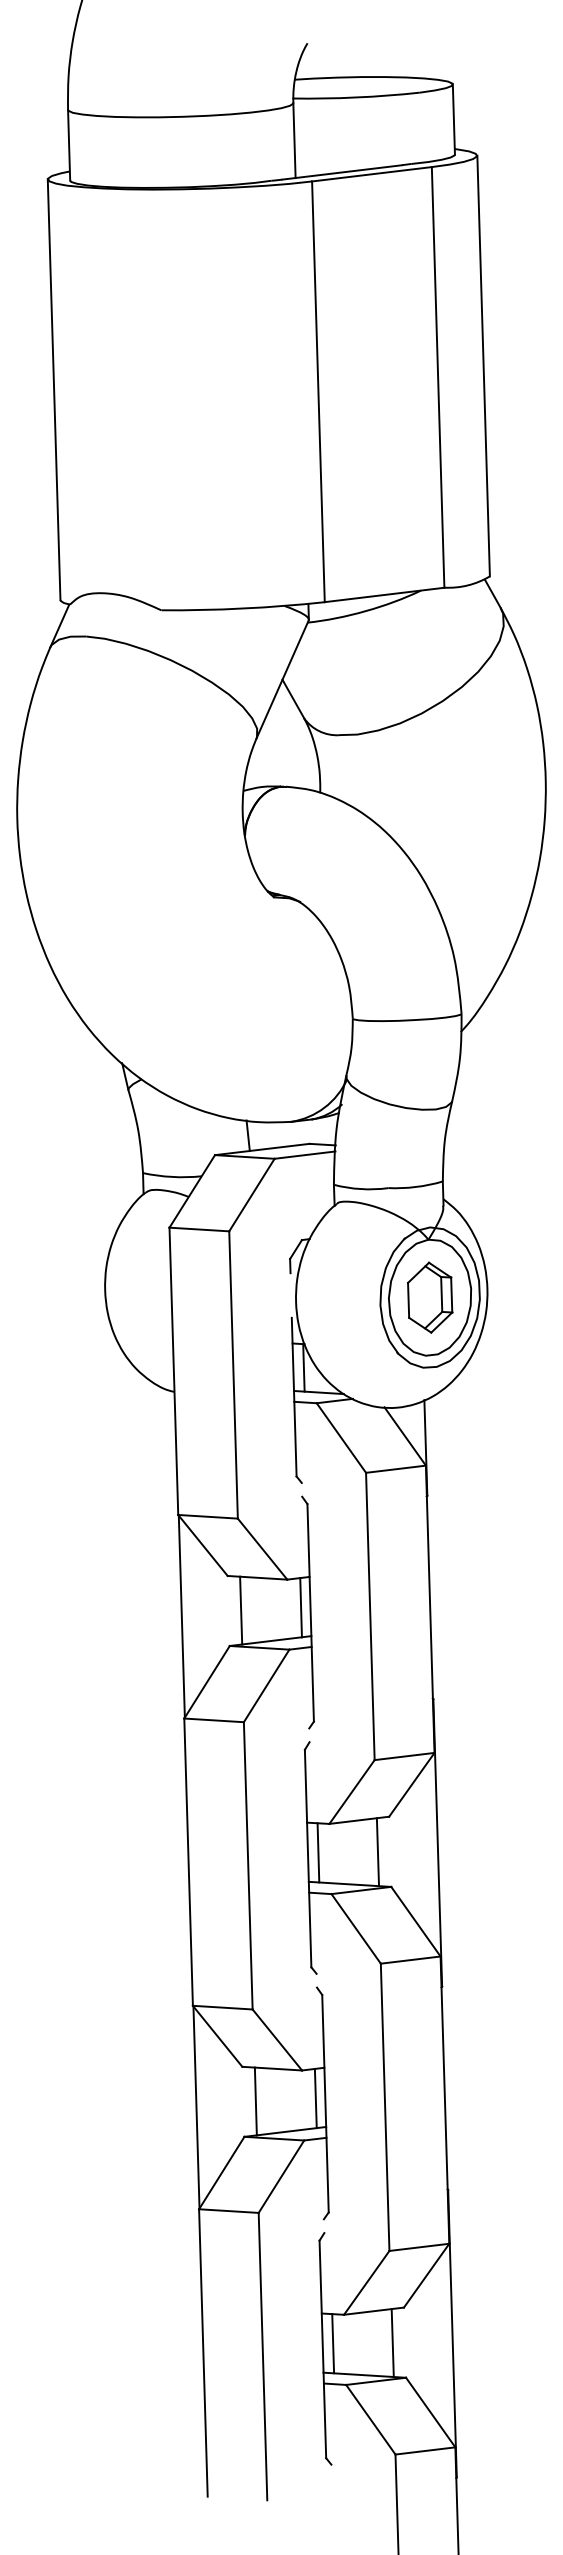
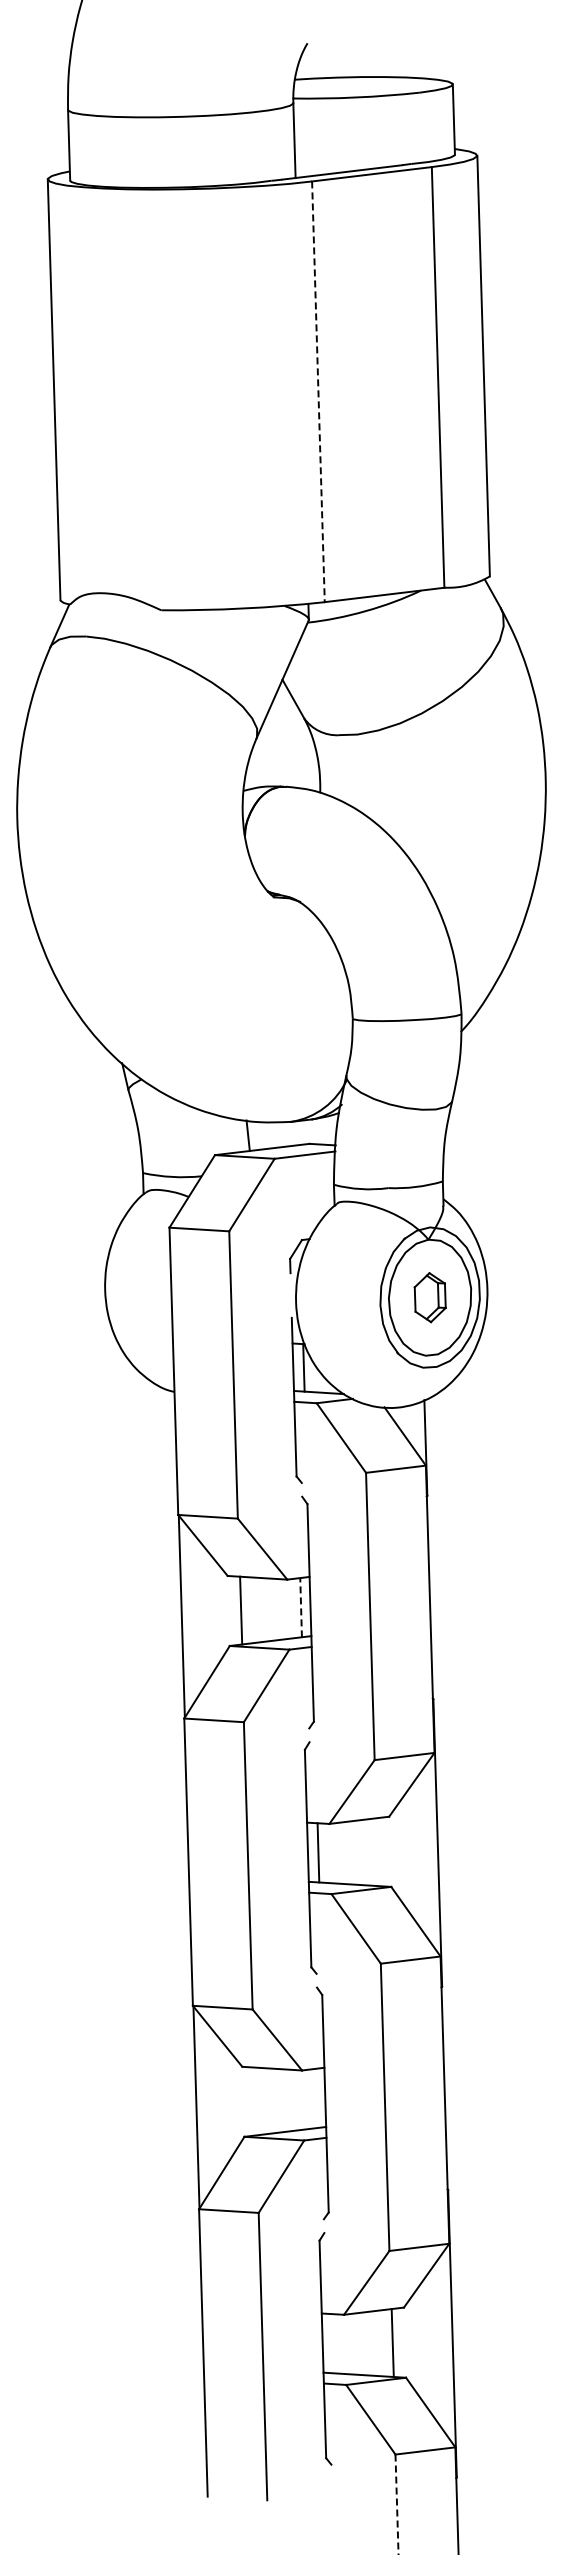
line at (318, 392): solid -> dashed
part at (430, 1297) size: 47x73 px -> 34x52 px
line at (301, 1607): solid -> dashed
line at (377, 1852): present -> none
line at (315, 2098): present -> none
line at (255, 2101): present -> none
line at (333, 2343): present -> none
line at (397, 2504): solid -> dashed
